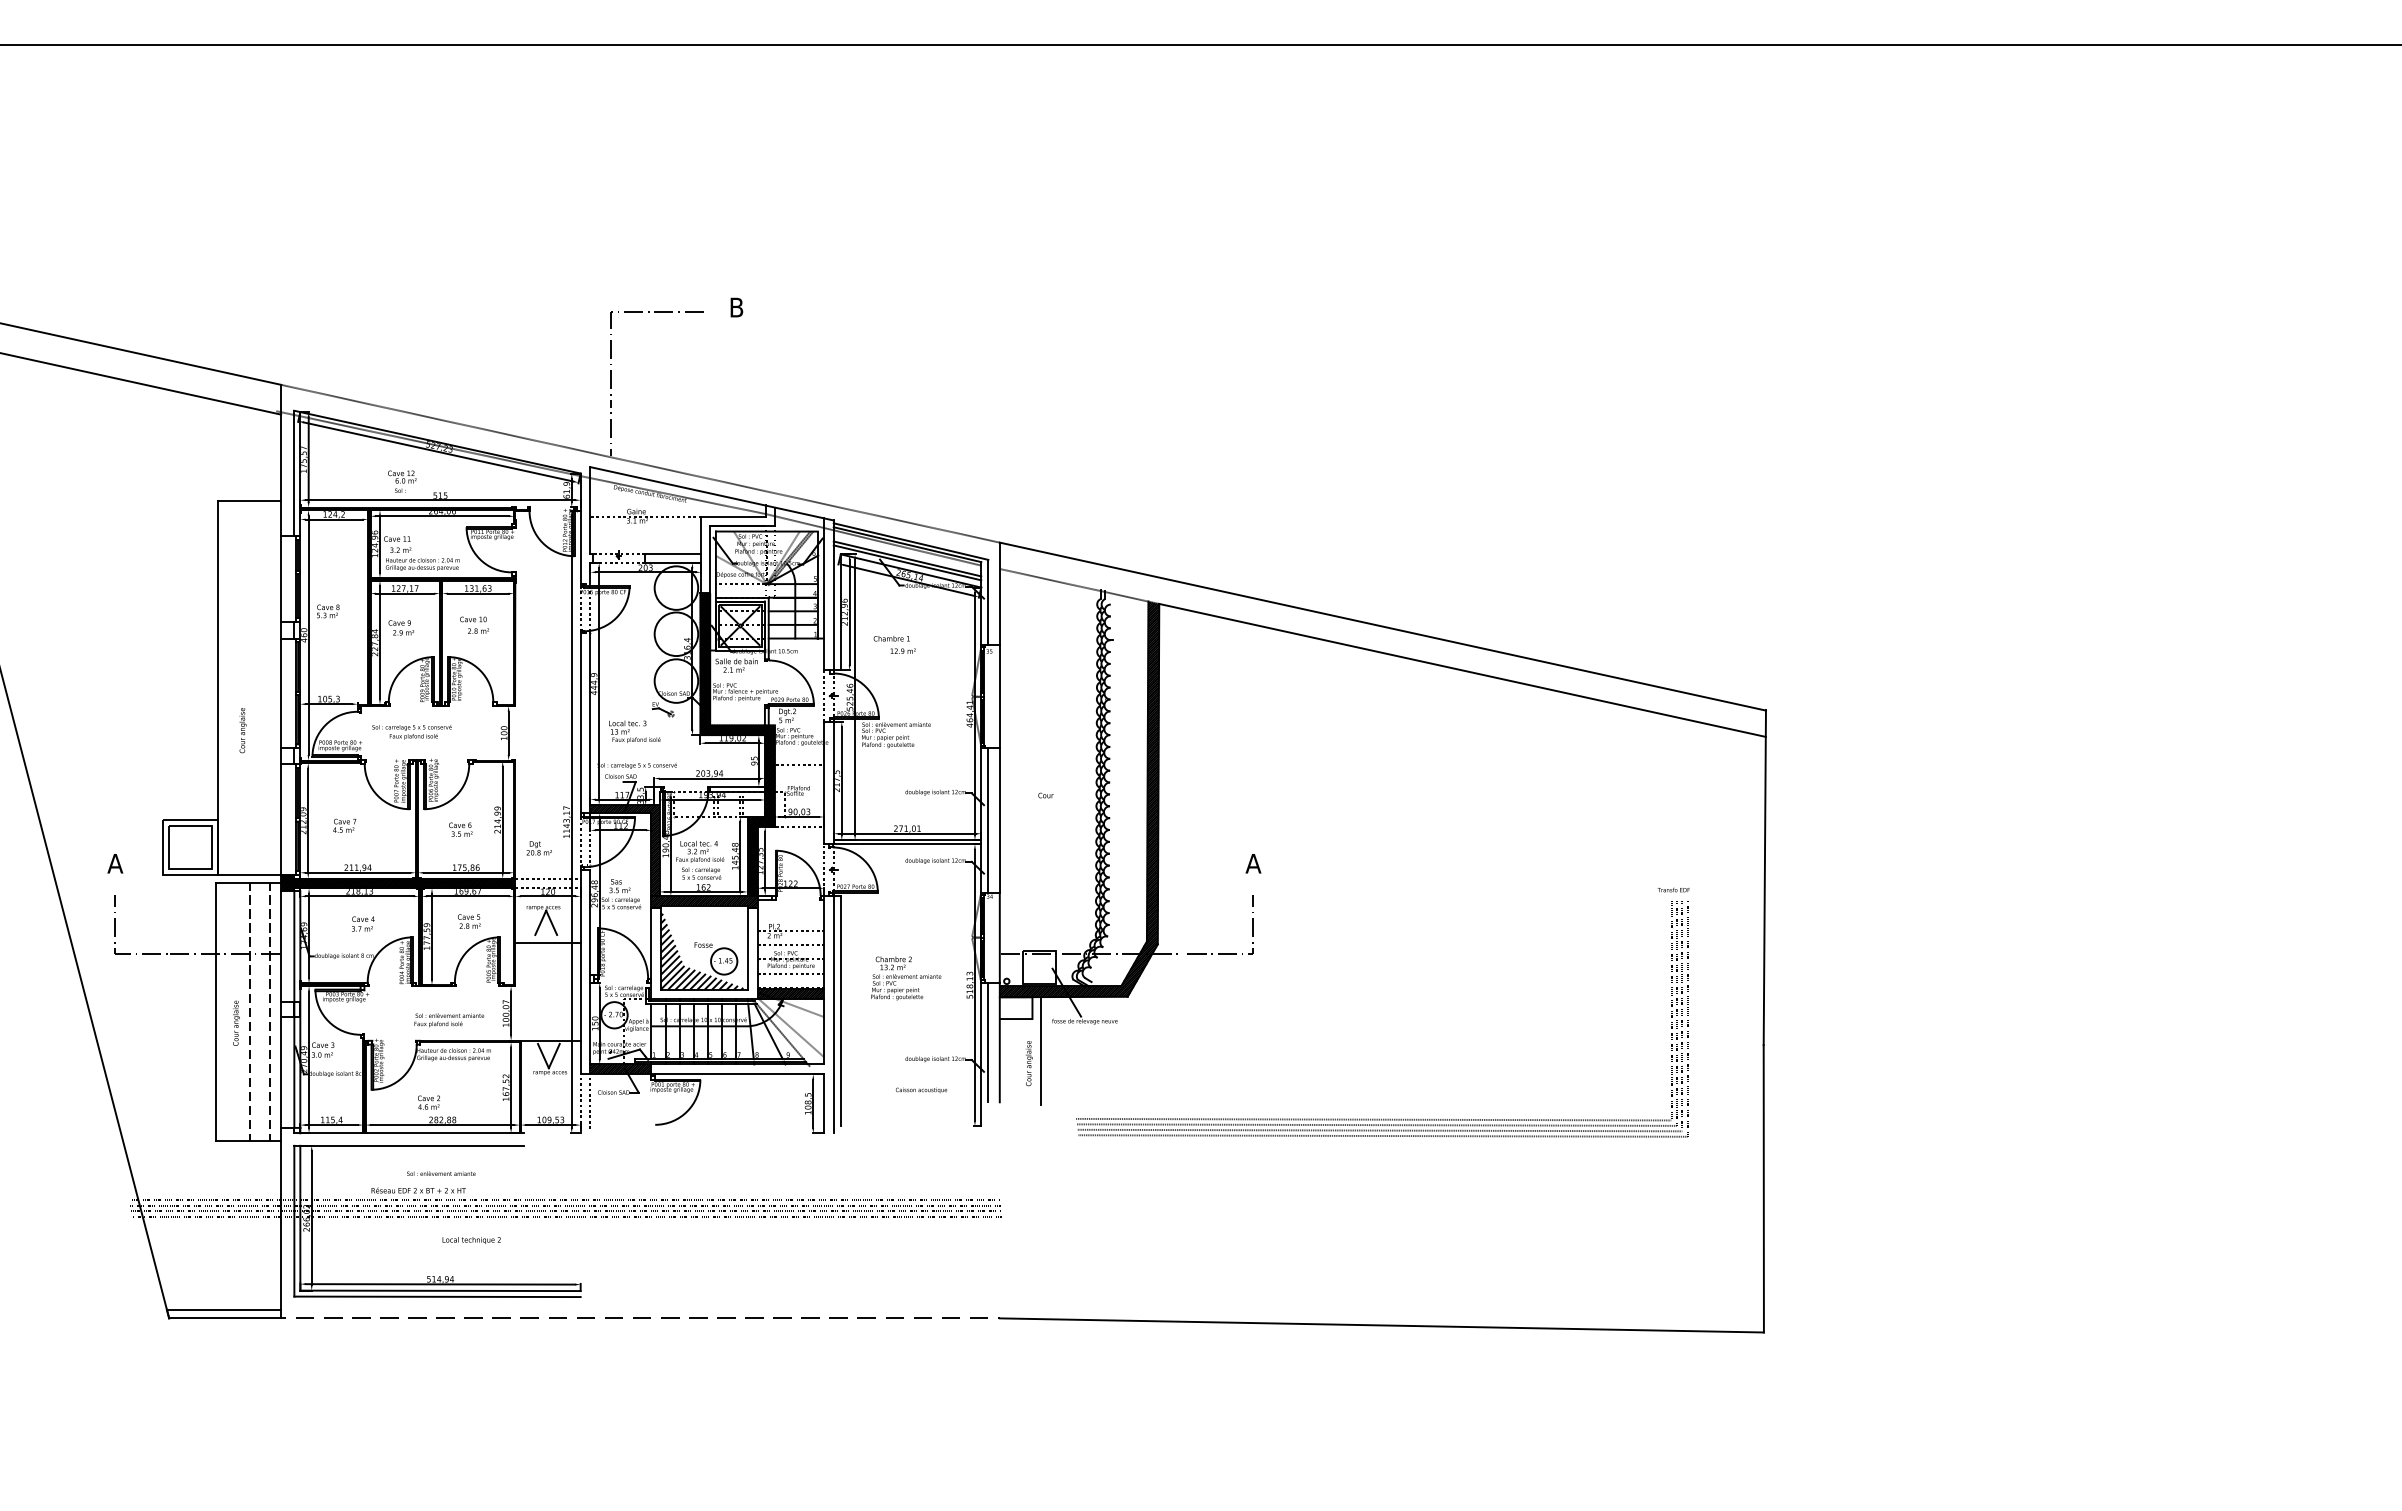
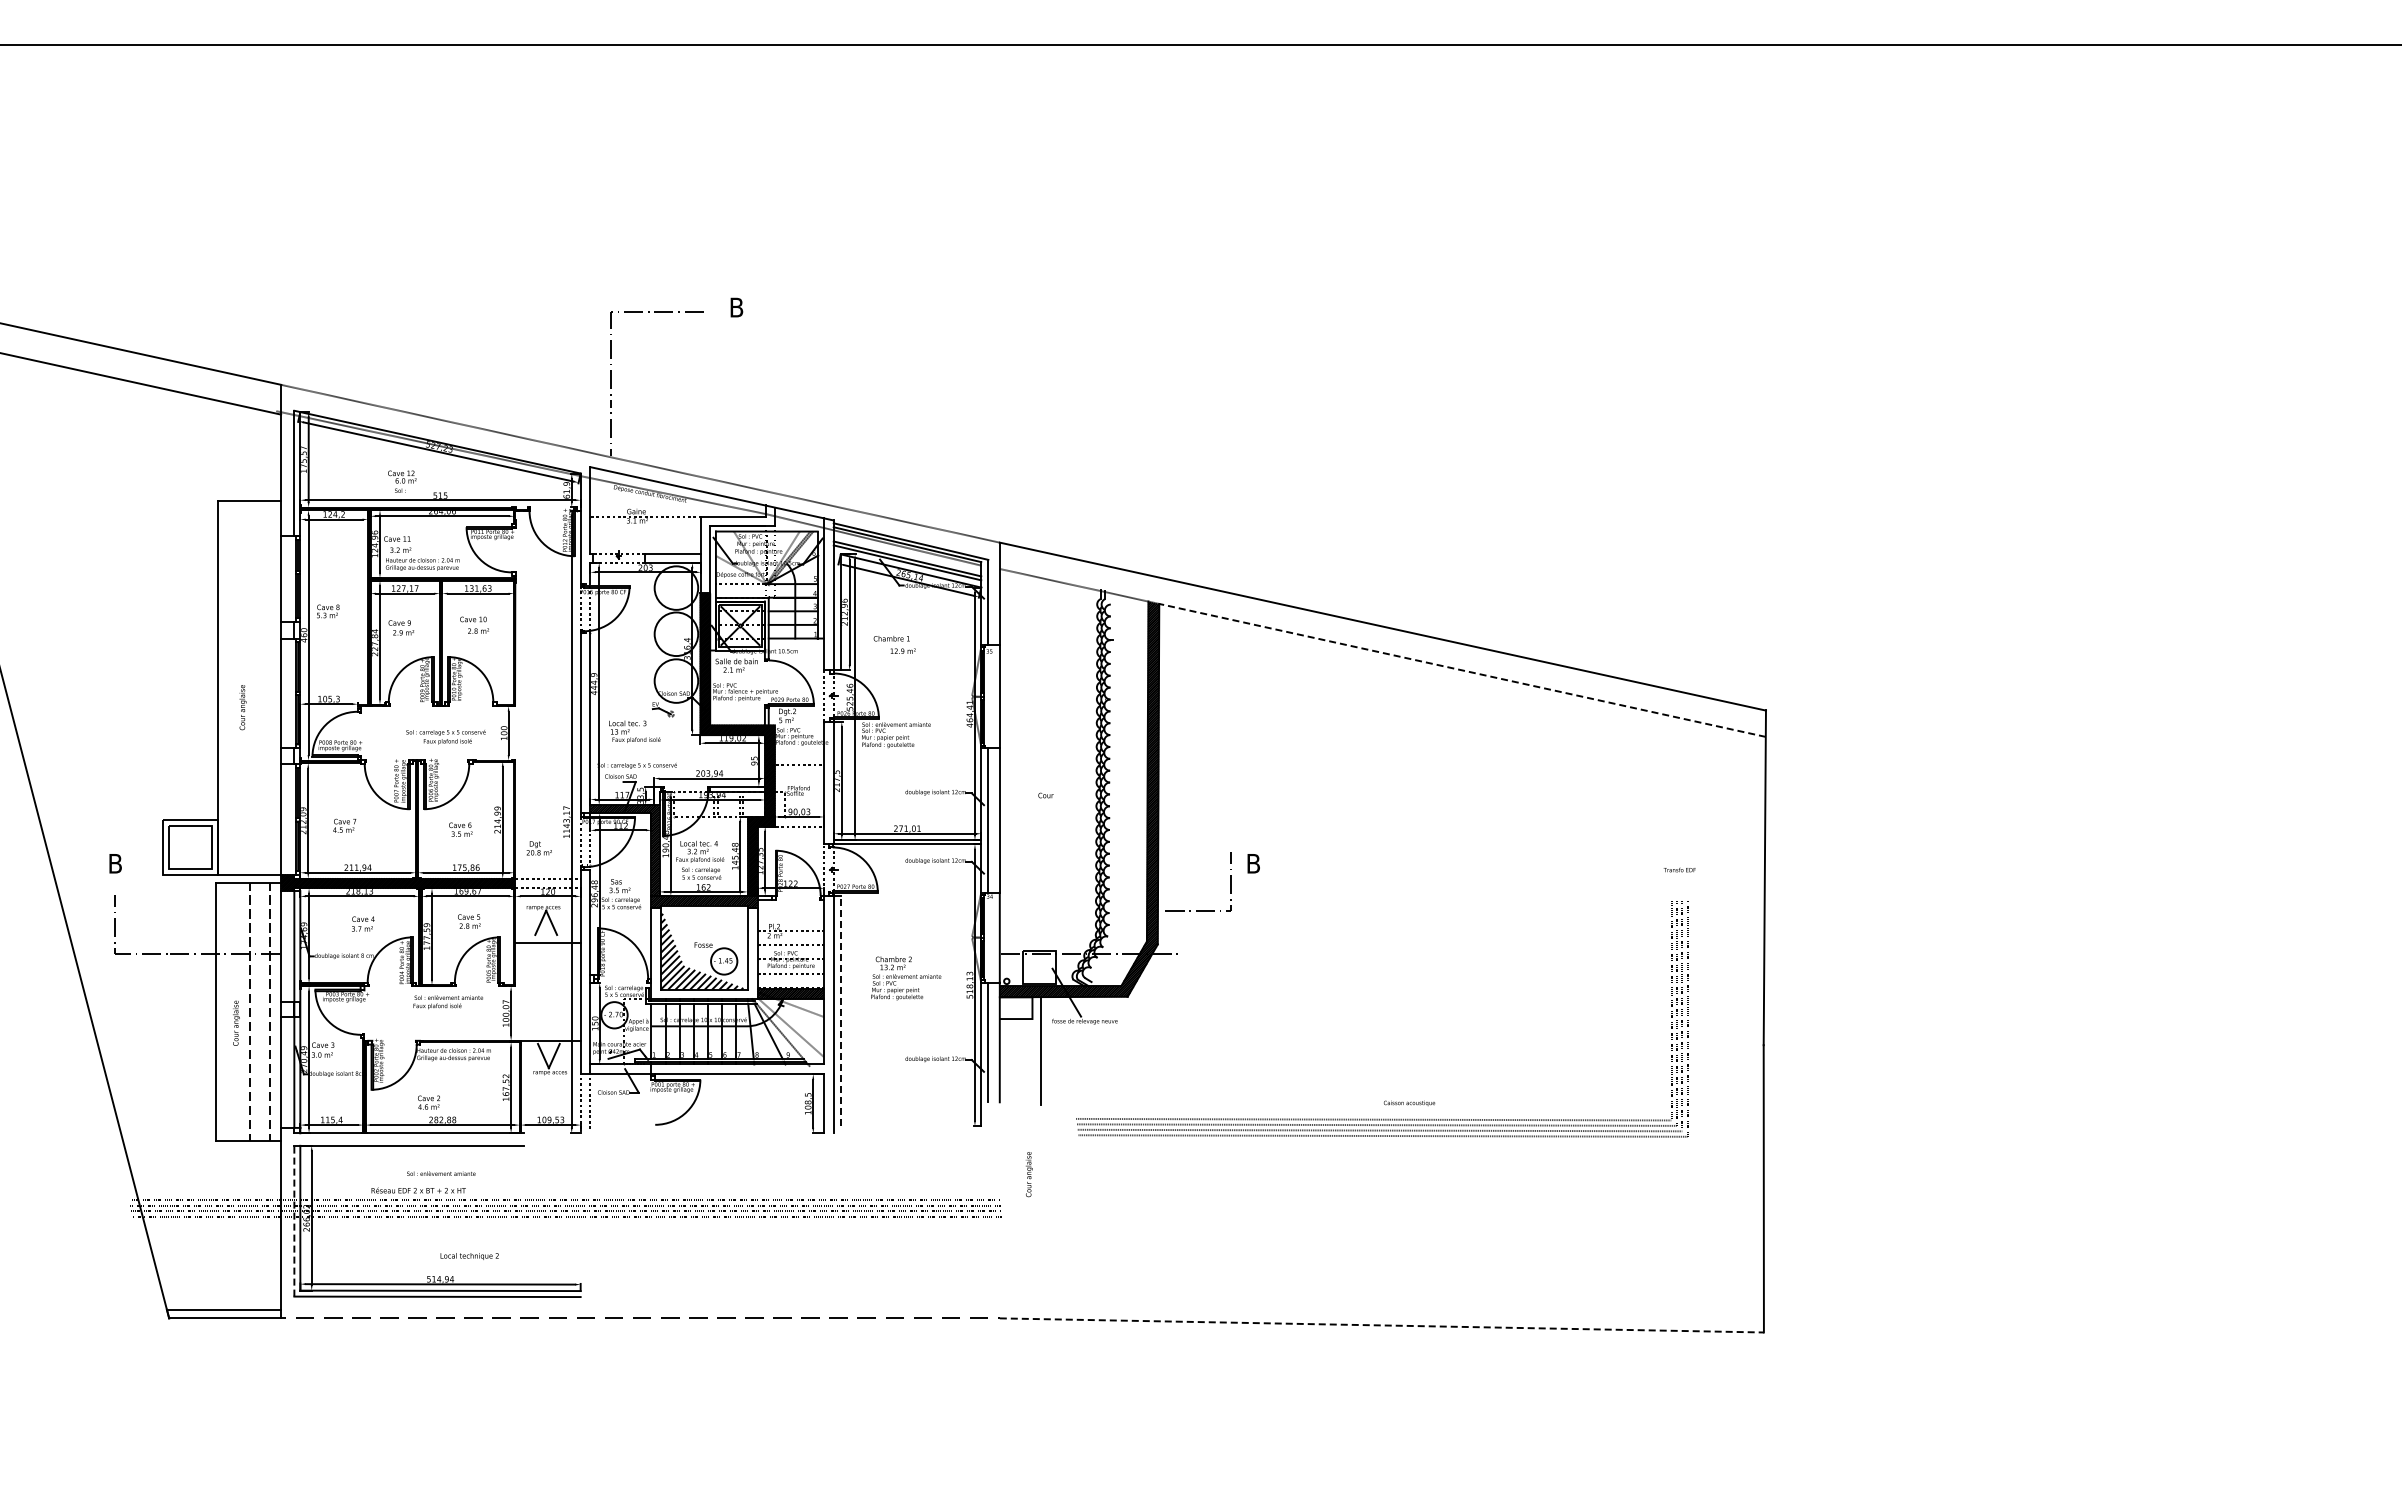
line at (1462, 670): solid -> dashed
text at (242, 730) position: (242, 730) -> (242, 707)
text at (411, 732) position: (411, 732) -> (445, 737)
text at (115, 863): A -> B
text at (1253, 863): A -> B
text at (1673, 889) position: (1673, 889) -> (1679, 869)
part at (1220, 953) position: (1220, 953) -> (1198, 910)
line at (840, 1010): solid -> dashed
text at (448, 1020) position: (448, 1020) -> (447, 1002)
text at (1029, 1063) position: (1029, 1063) -> (1029, 1174)
hatch at (620, 1068): present -> none
text at (921, 1090) position: (921, 1090) -> (1409, 1103)
line at (294, 1220): solid -> dashed
text at (471, 1240) position: (471, 1240) -> (469, 1256)
line at (1382, 1325): solid -> dashed
